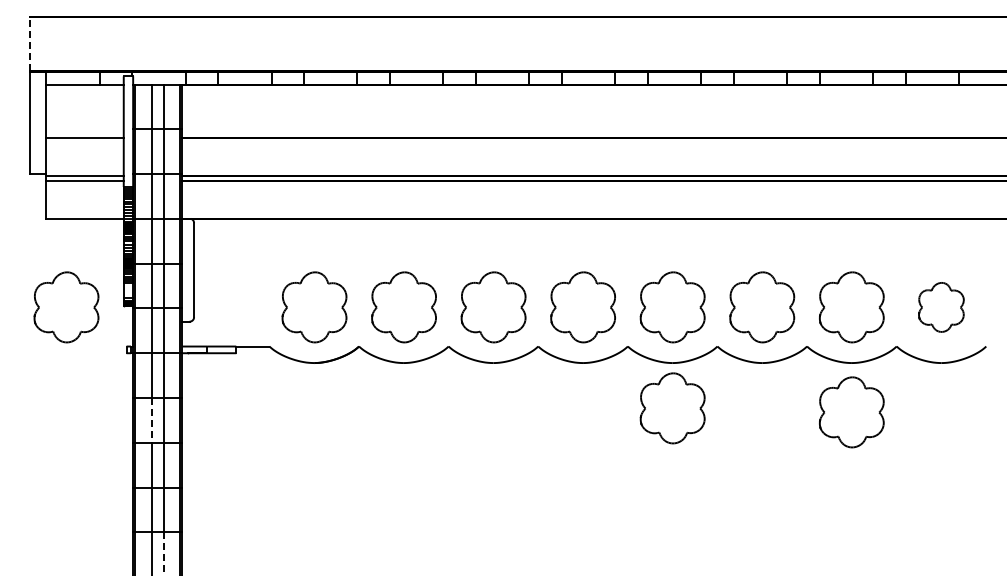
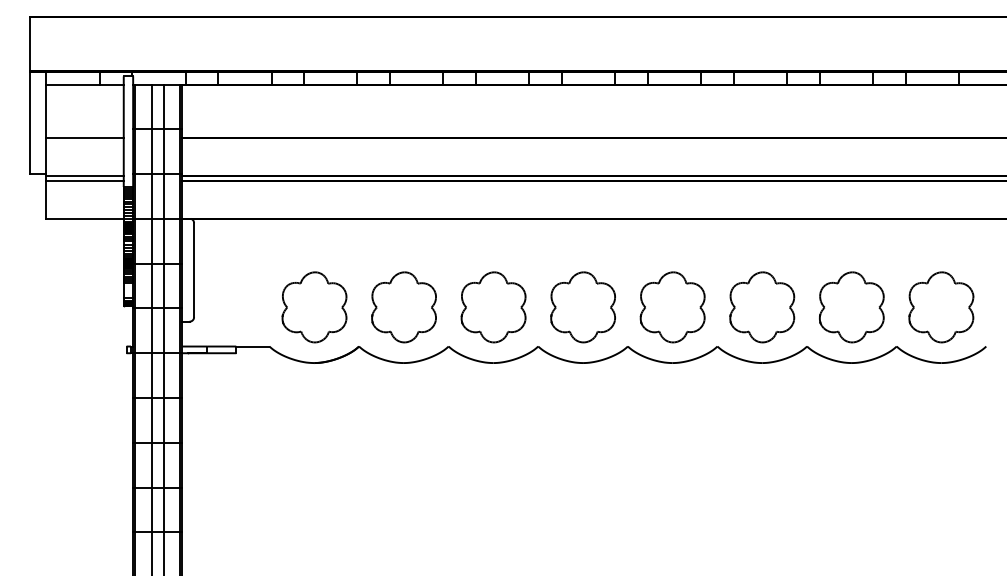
line at (30, 43): dashed -> solid
part at (66, 307): present -> none
part at (941, 307) size: 47x51 px -> 67x73 px
part at (672, 408): present -> none
part at (851, 412): present -> none
line at (151, 420): dashed -> solid
line at (163, 554): dashed -> solid
